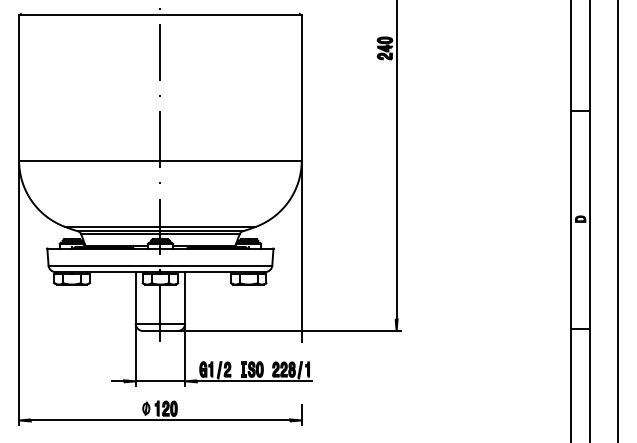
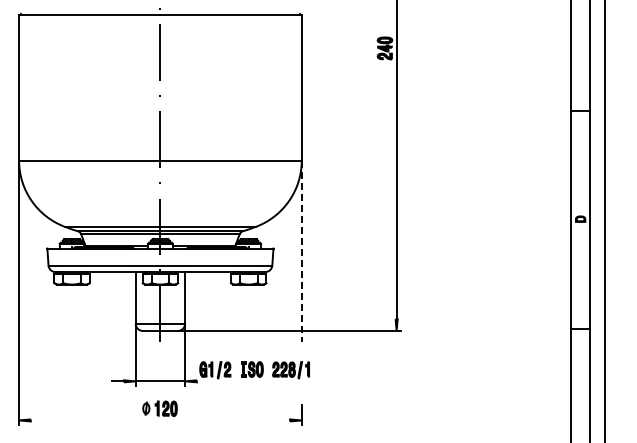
line at (617, 220) position: (617, 220) -> (604, 220)
line at (301, 251): solid -> dashed
line at (253, 381): present -> none
line at (160, 420): present -> none
